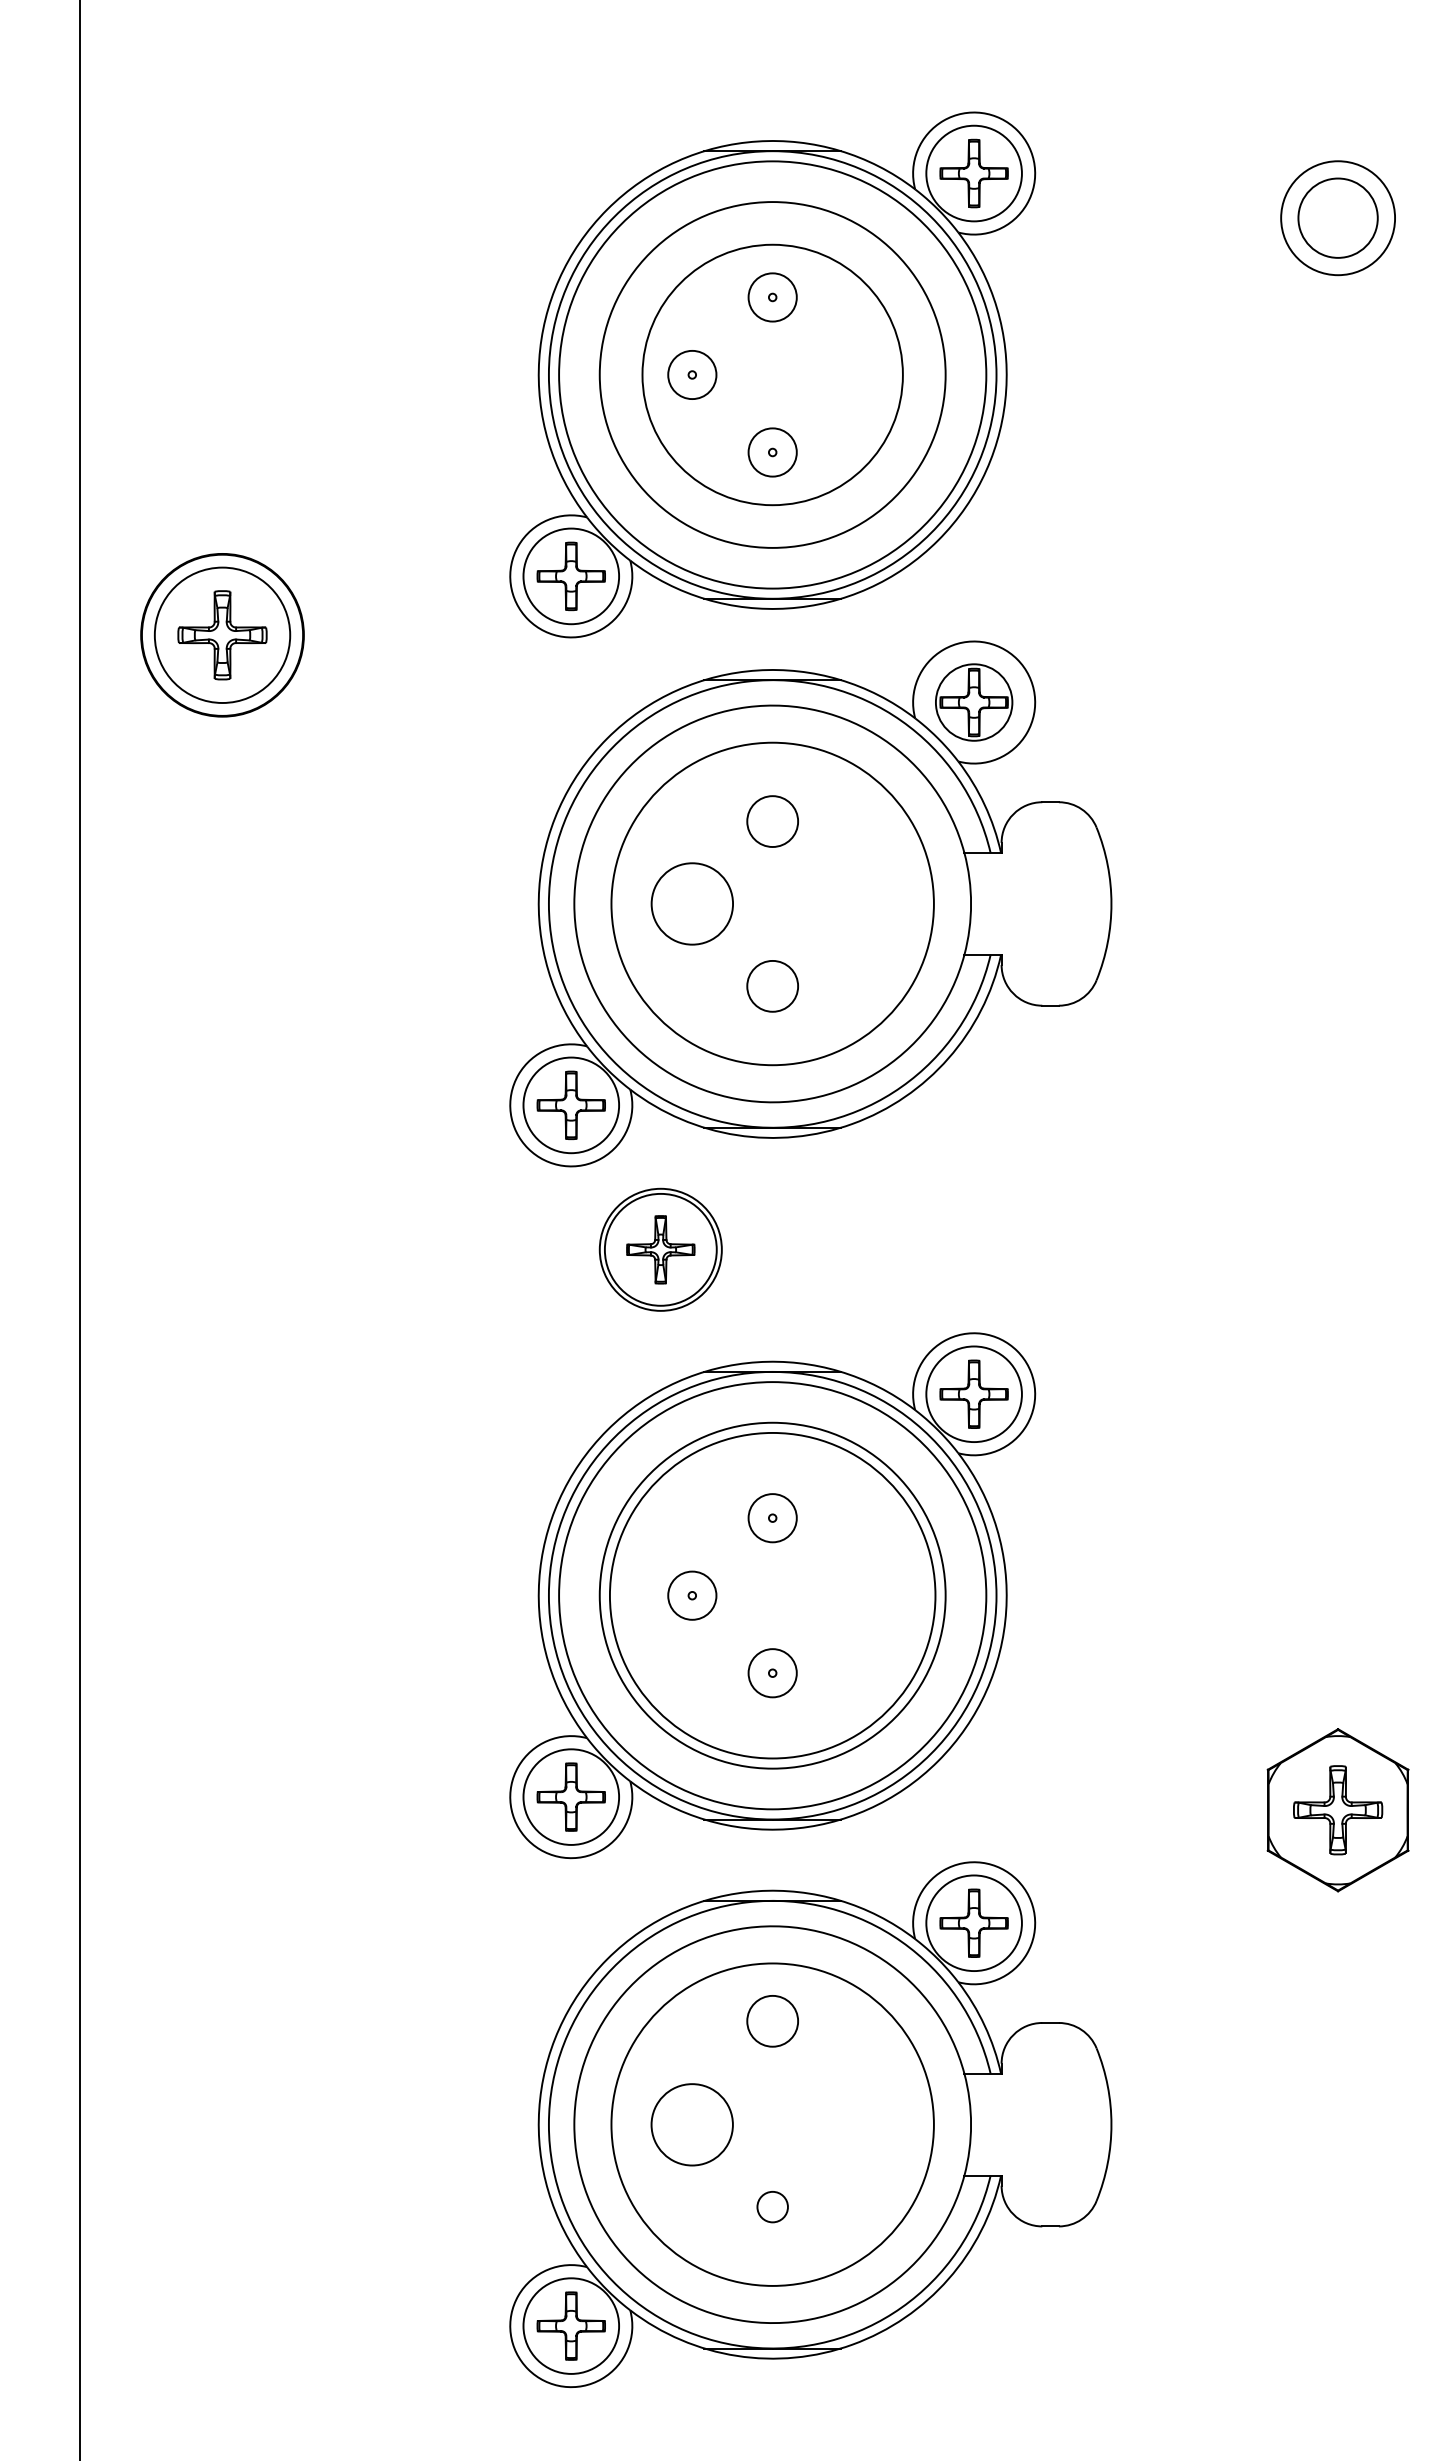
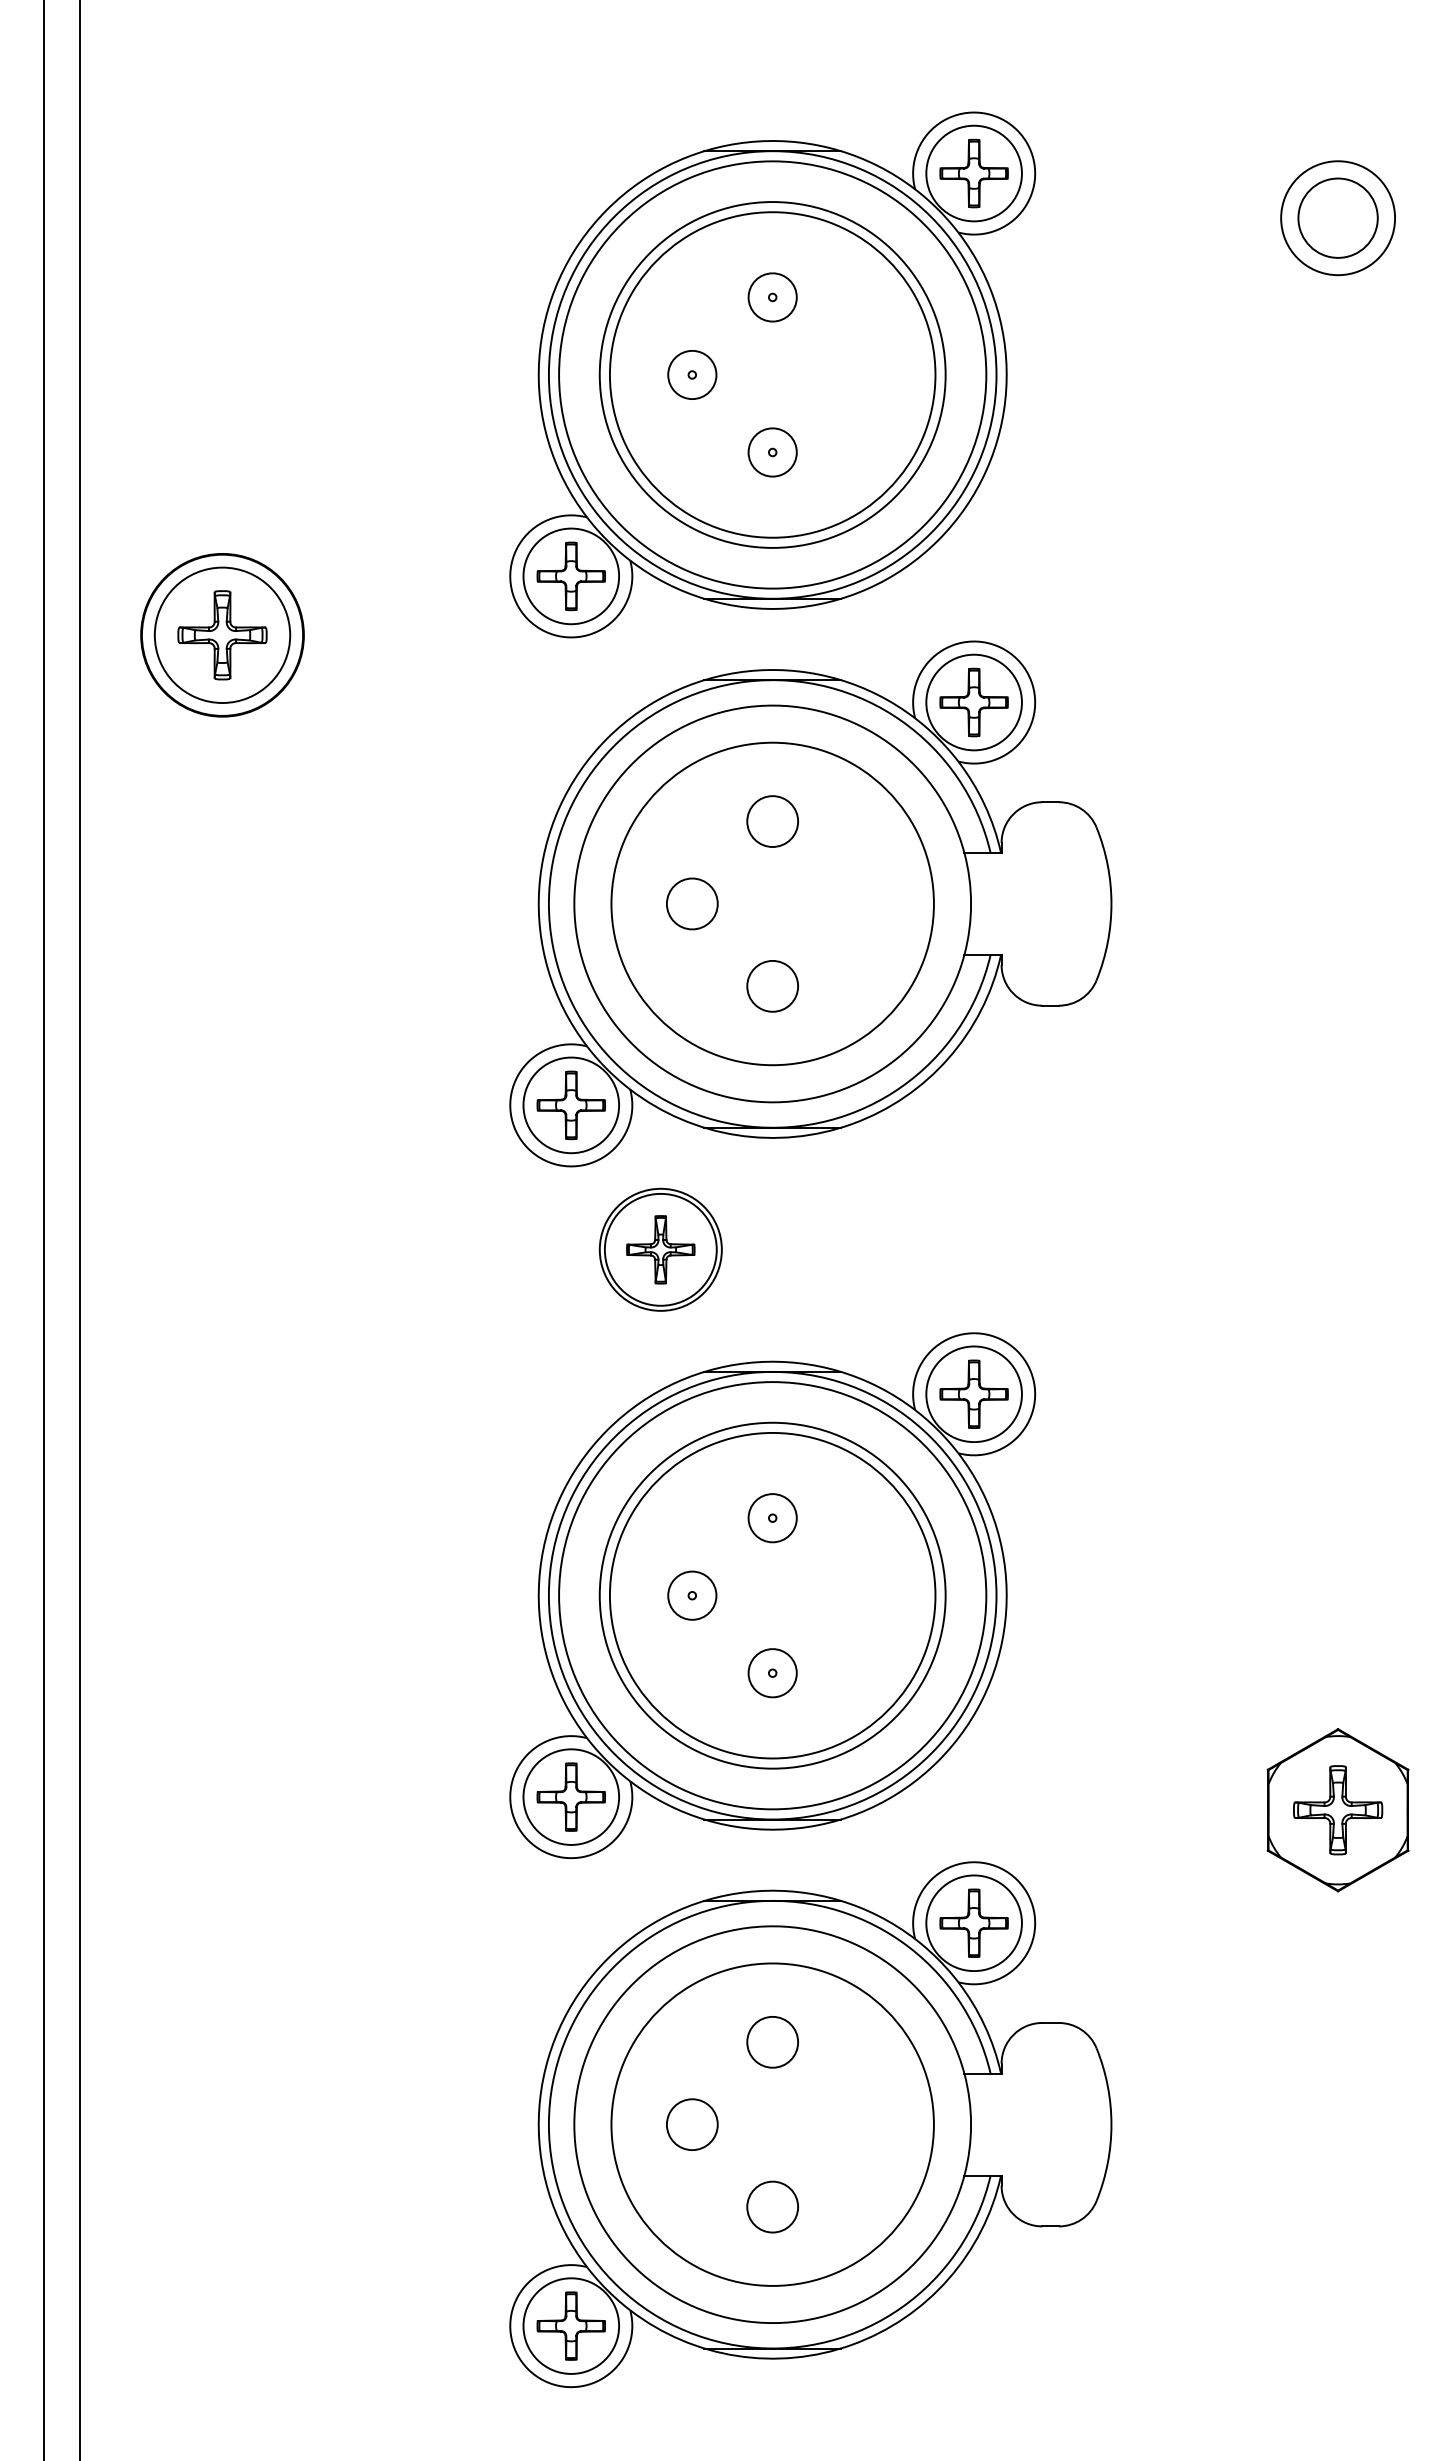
circle at (772, 374) diameter: 260 px -> 326 px
circle at (973, 702) diameter: 76 px -> 96 px
circle at (692, 903) diameter: 81 px -> 51 px
line at (43, 1229): none -> present
circle at (772, 2021) position: (772, 2021) -> (772, 2042)
circle at (691, 2124) size: 84x84 px -> 53x53 px
circle at (772, 2206) diameter: 31 px -> 51 px
